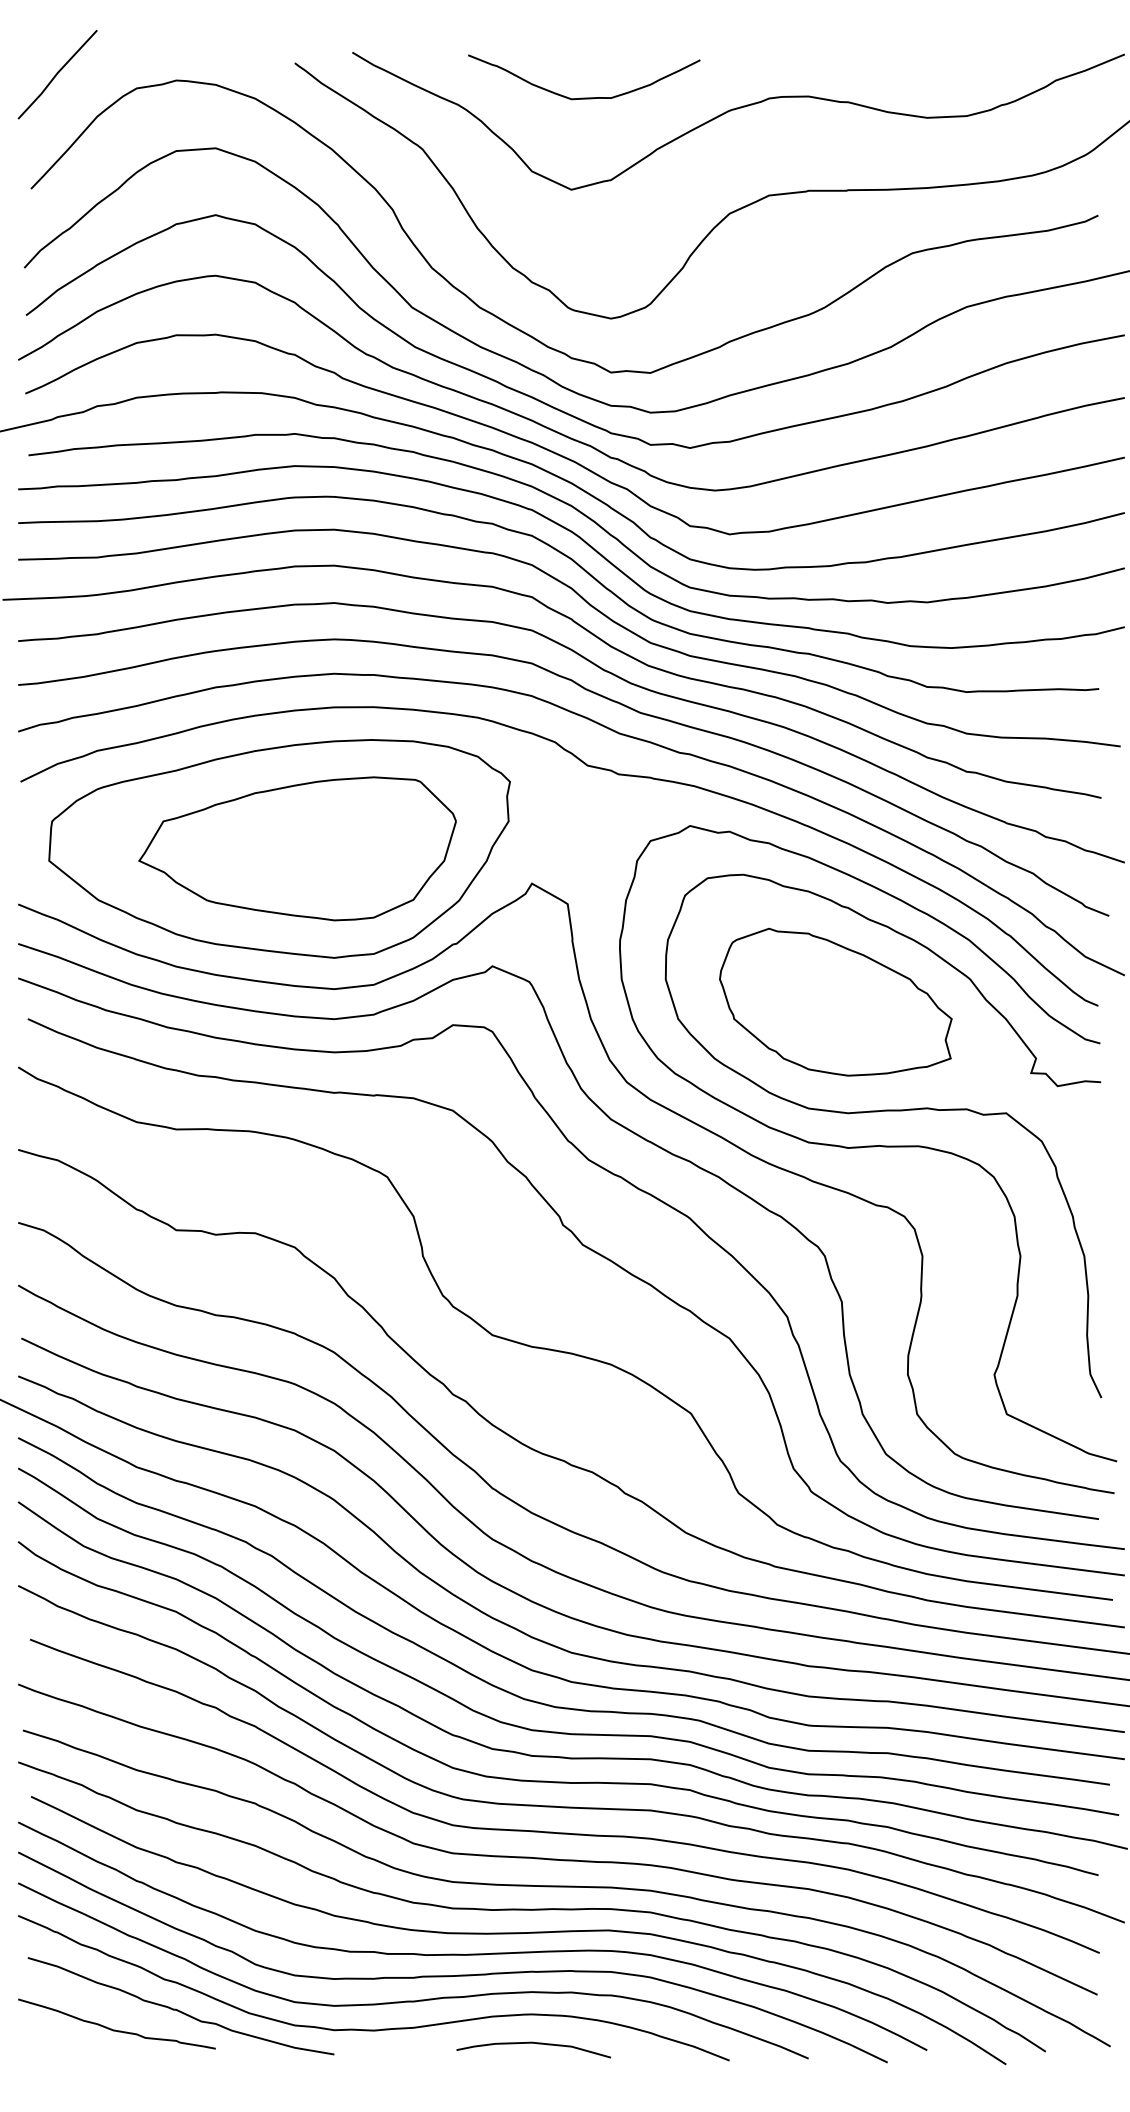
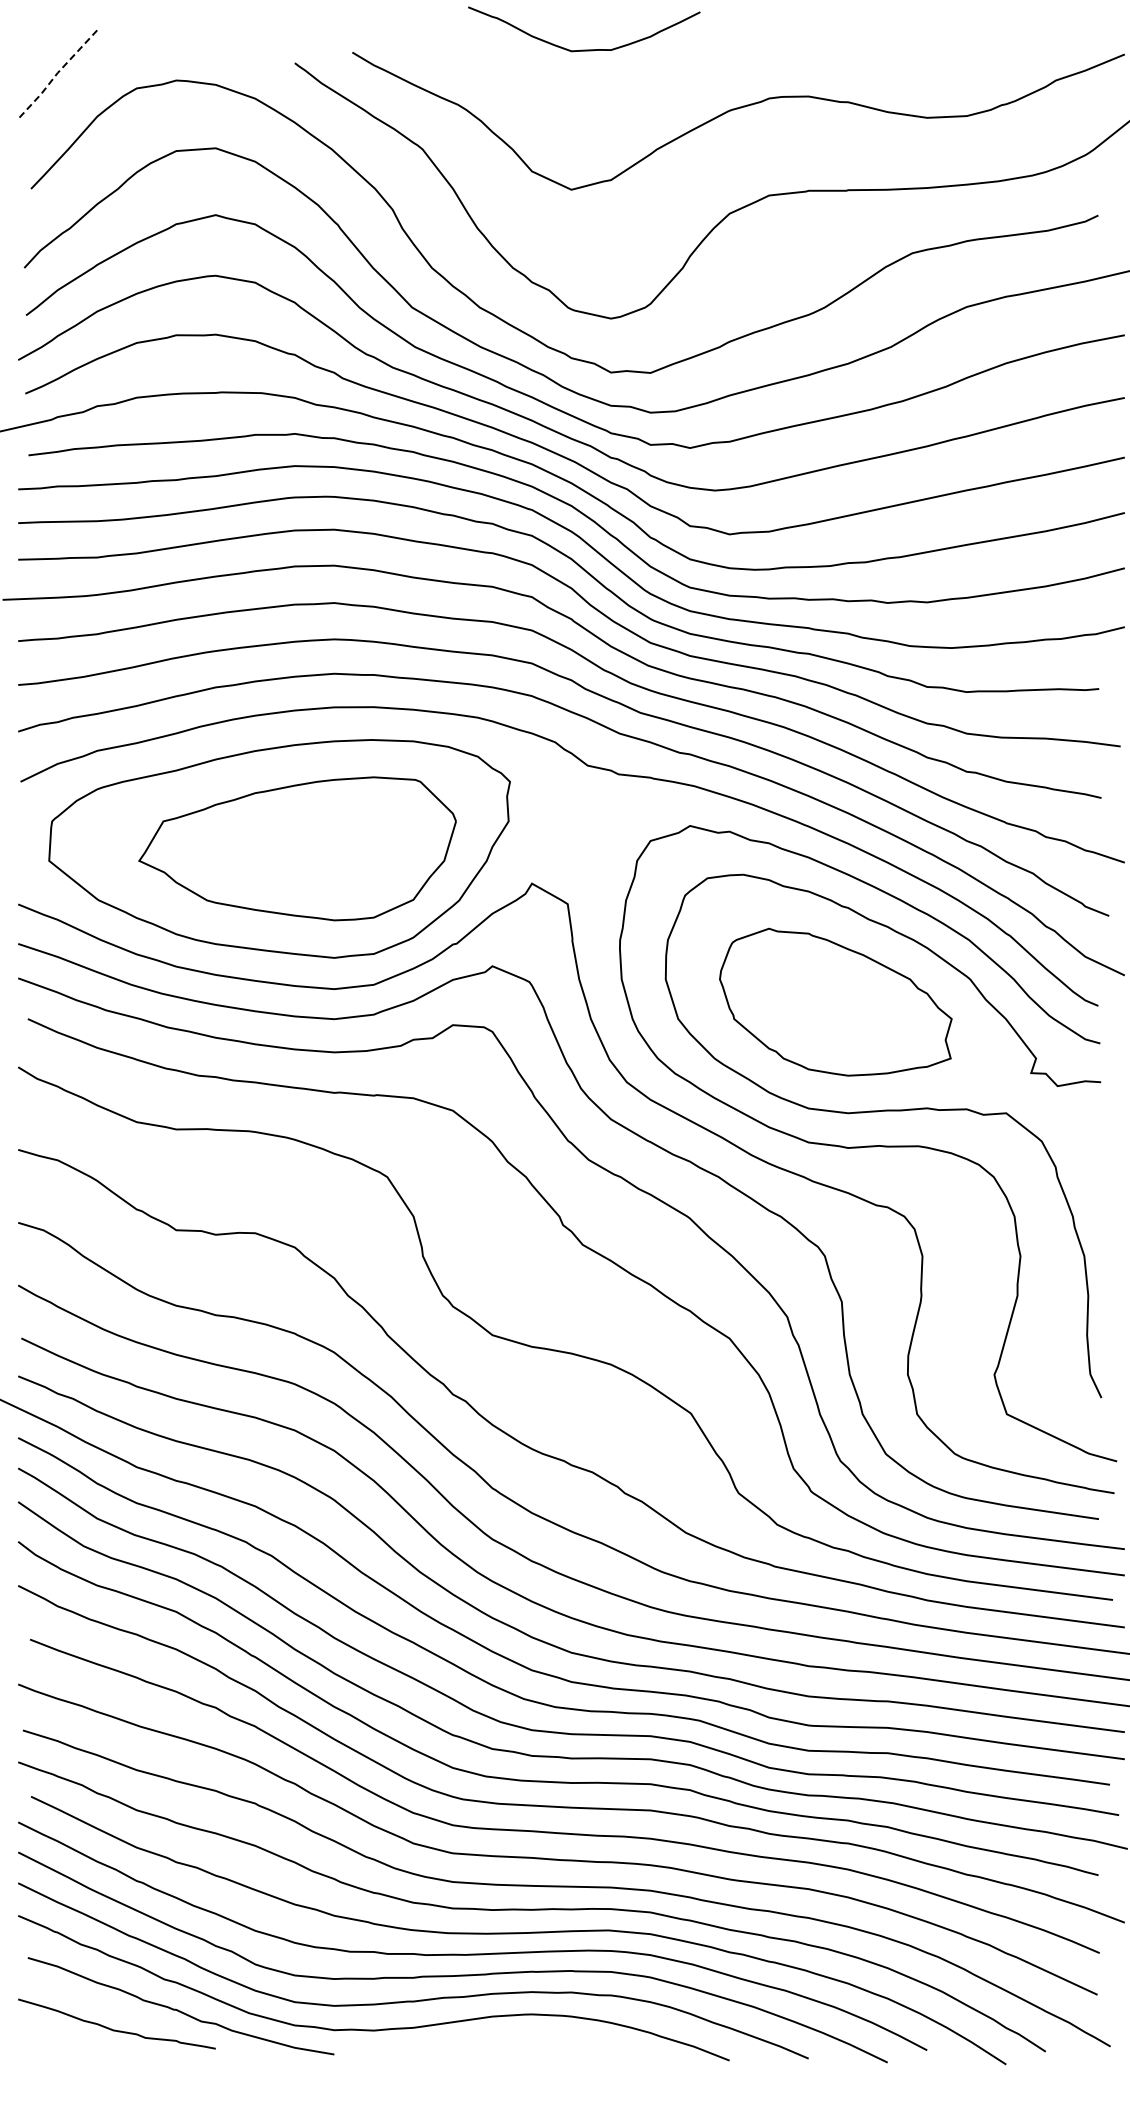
line at (56, 74): solid -> dashed
curve at (584, 97) position: (584, 97) -> (584, 49)
curve at (533, 2043): present -> none
